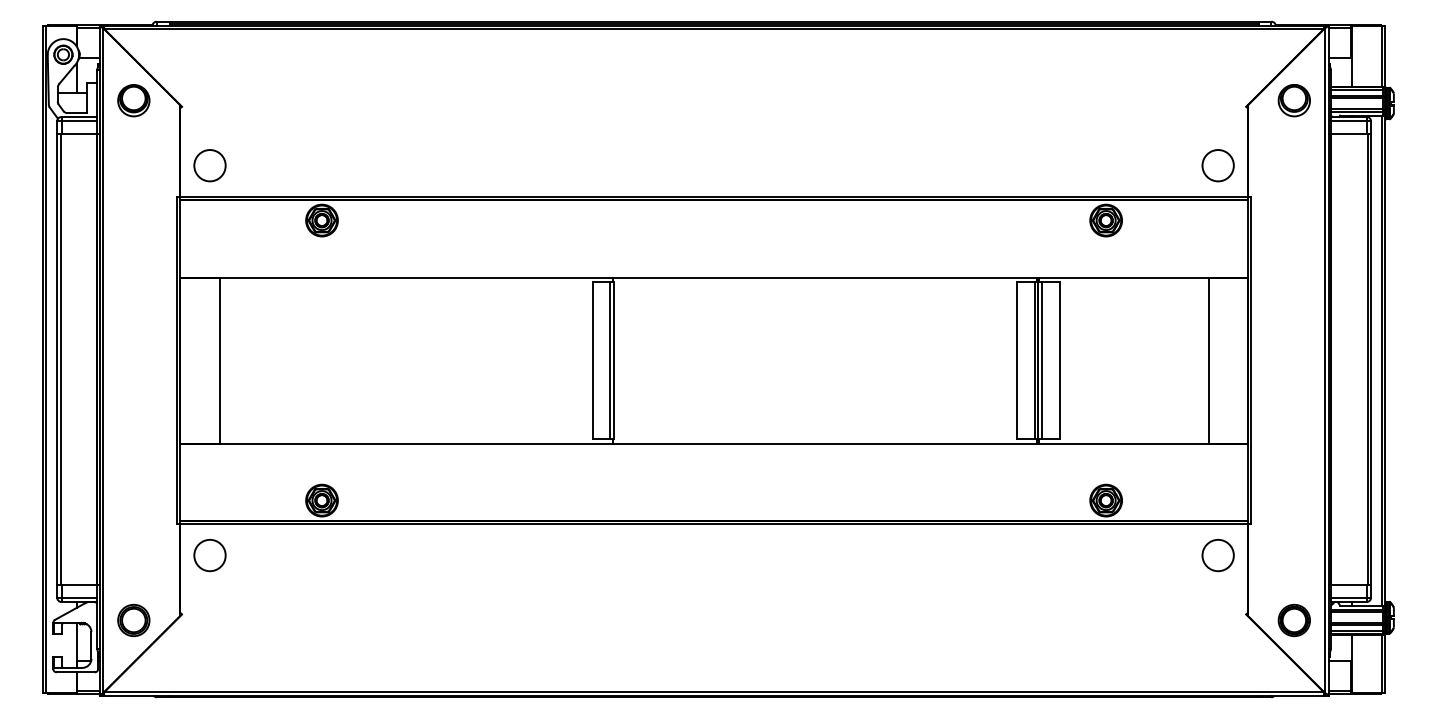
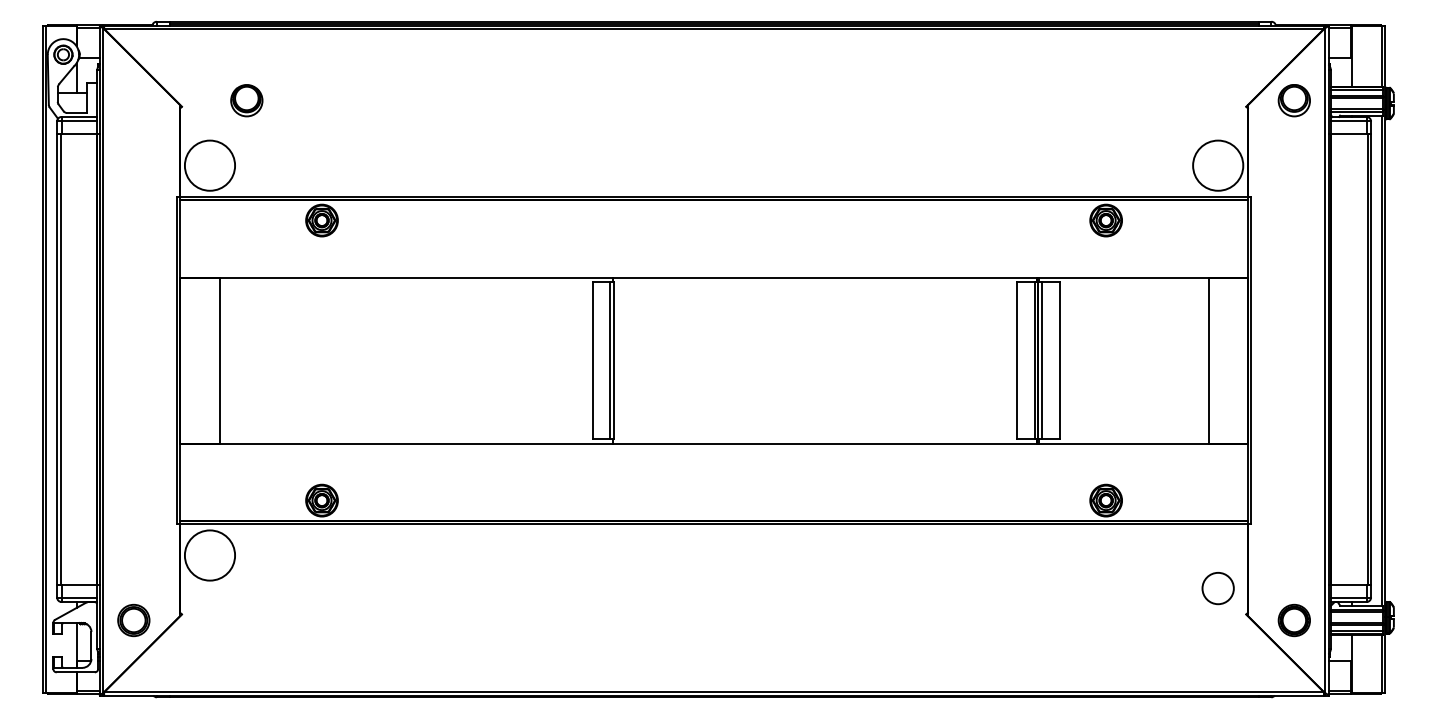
part at (133, 100) position: (133, 100) -> (246, 100)
circle at (209, 165) diameter: 31 px -> 50 px
circle at (1217, 165) diameter: 31 px -> 50 px
circle at (209, 555) diameter: 31 px -> 50 px
circle at (1217, 555) position: (1217, 555) -> (1217, 588)
